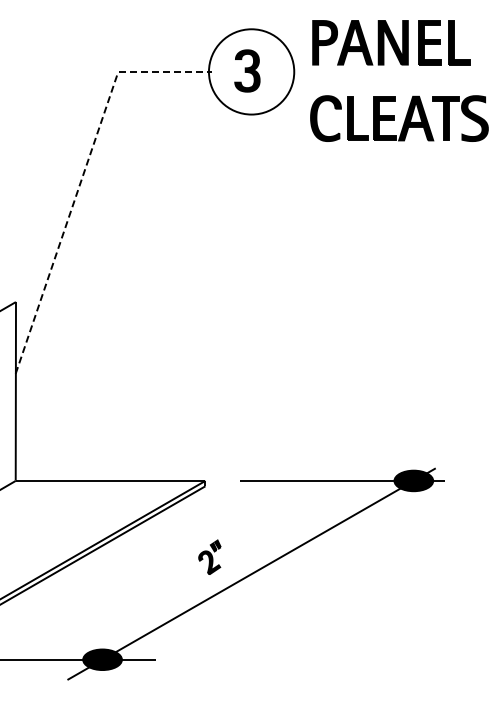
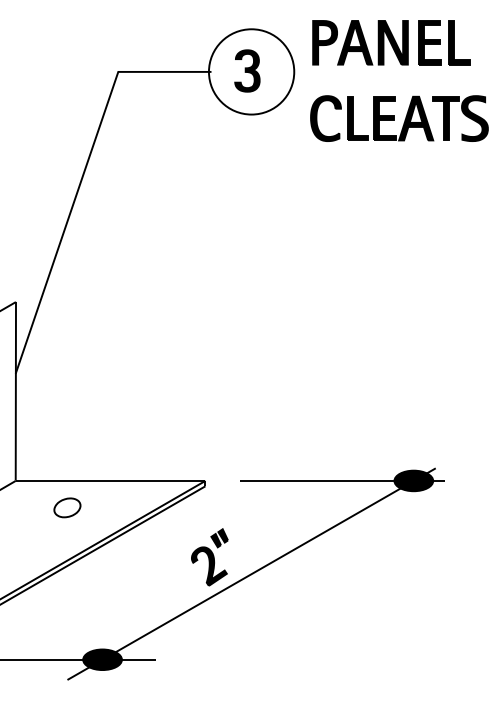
line at (82, 177): dashed -> solid
part at (67, 507): none -> present
part at (209, 556) size: 24x36 px -> 38x59 px
